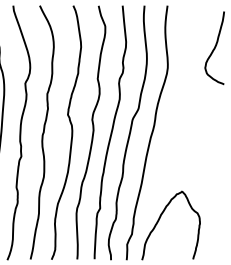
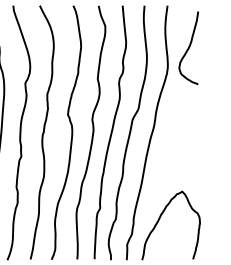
curve at (214, 48) position: (214, 48) -> (188, 48)
